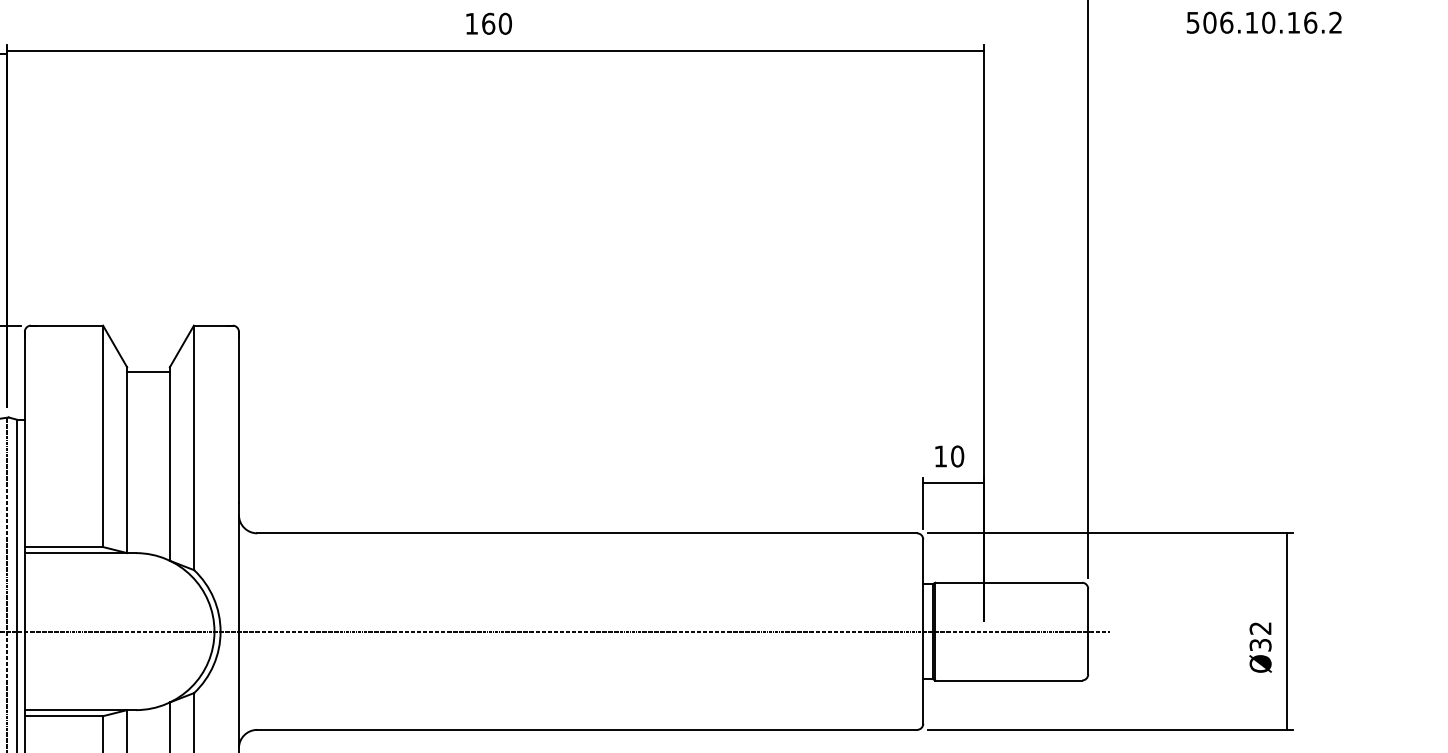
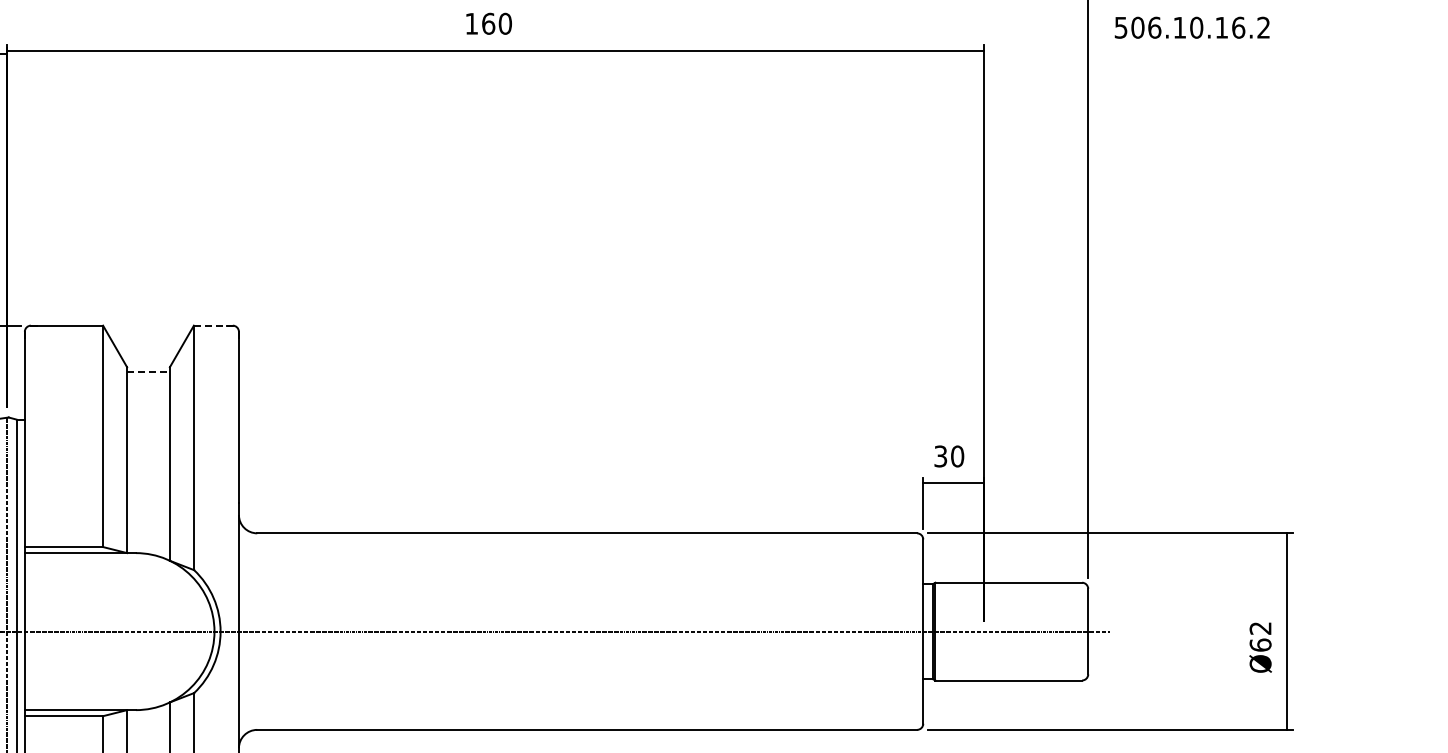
text at (1263, 22) position: (1263, 22) -> (1191, 27)
line at (213, 325): solid -> dashed
line at (149, 371): solid -> dashed
text at (940, 456): 10 -> 30
text at (1260, 644): Ø32 -> Ø62
